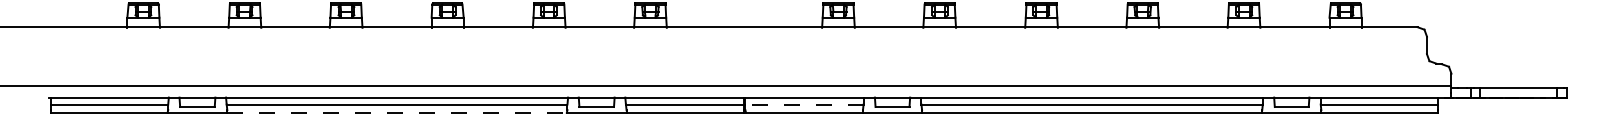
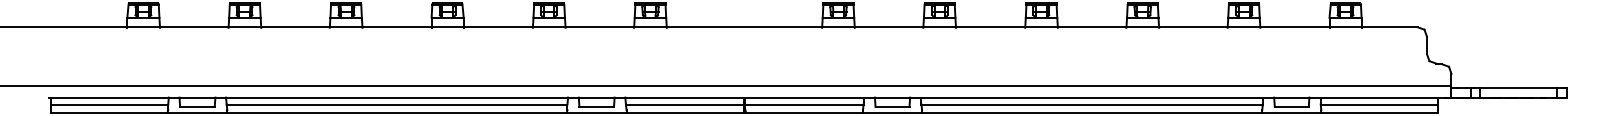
line at (804, 104): dashed -> solid
line at (397, 112): dashed -> solid
